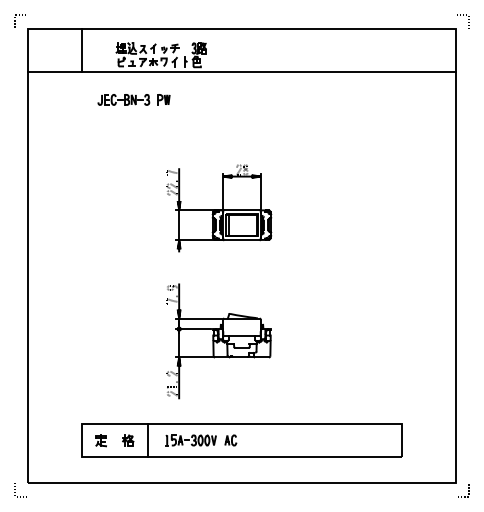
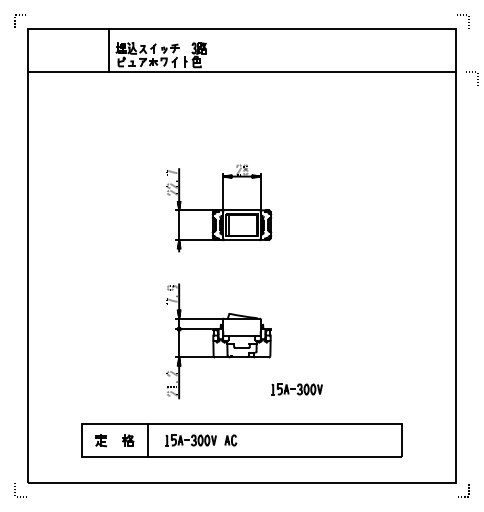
line at (81, 49) position: (81, 49) -> (108, 49)
line at (477, 79): none -> present
part at (133, 99): present -> none
part at (296, 389): none -> present
